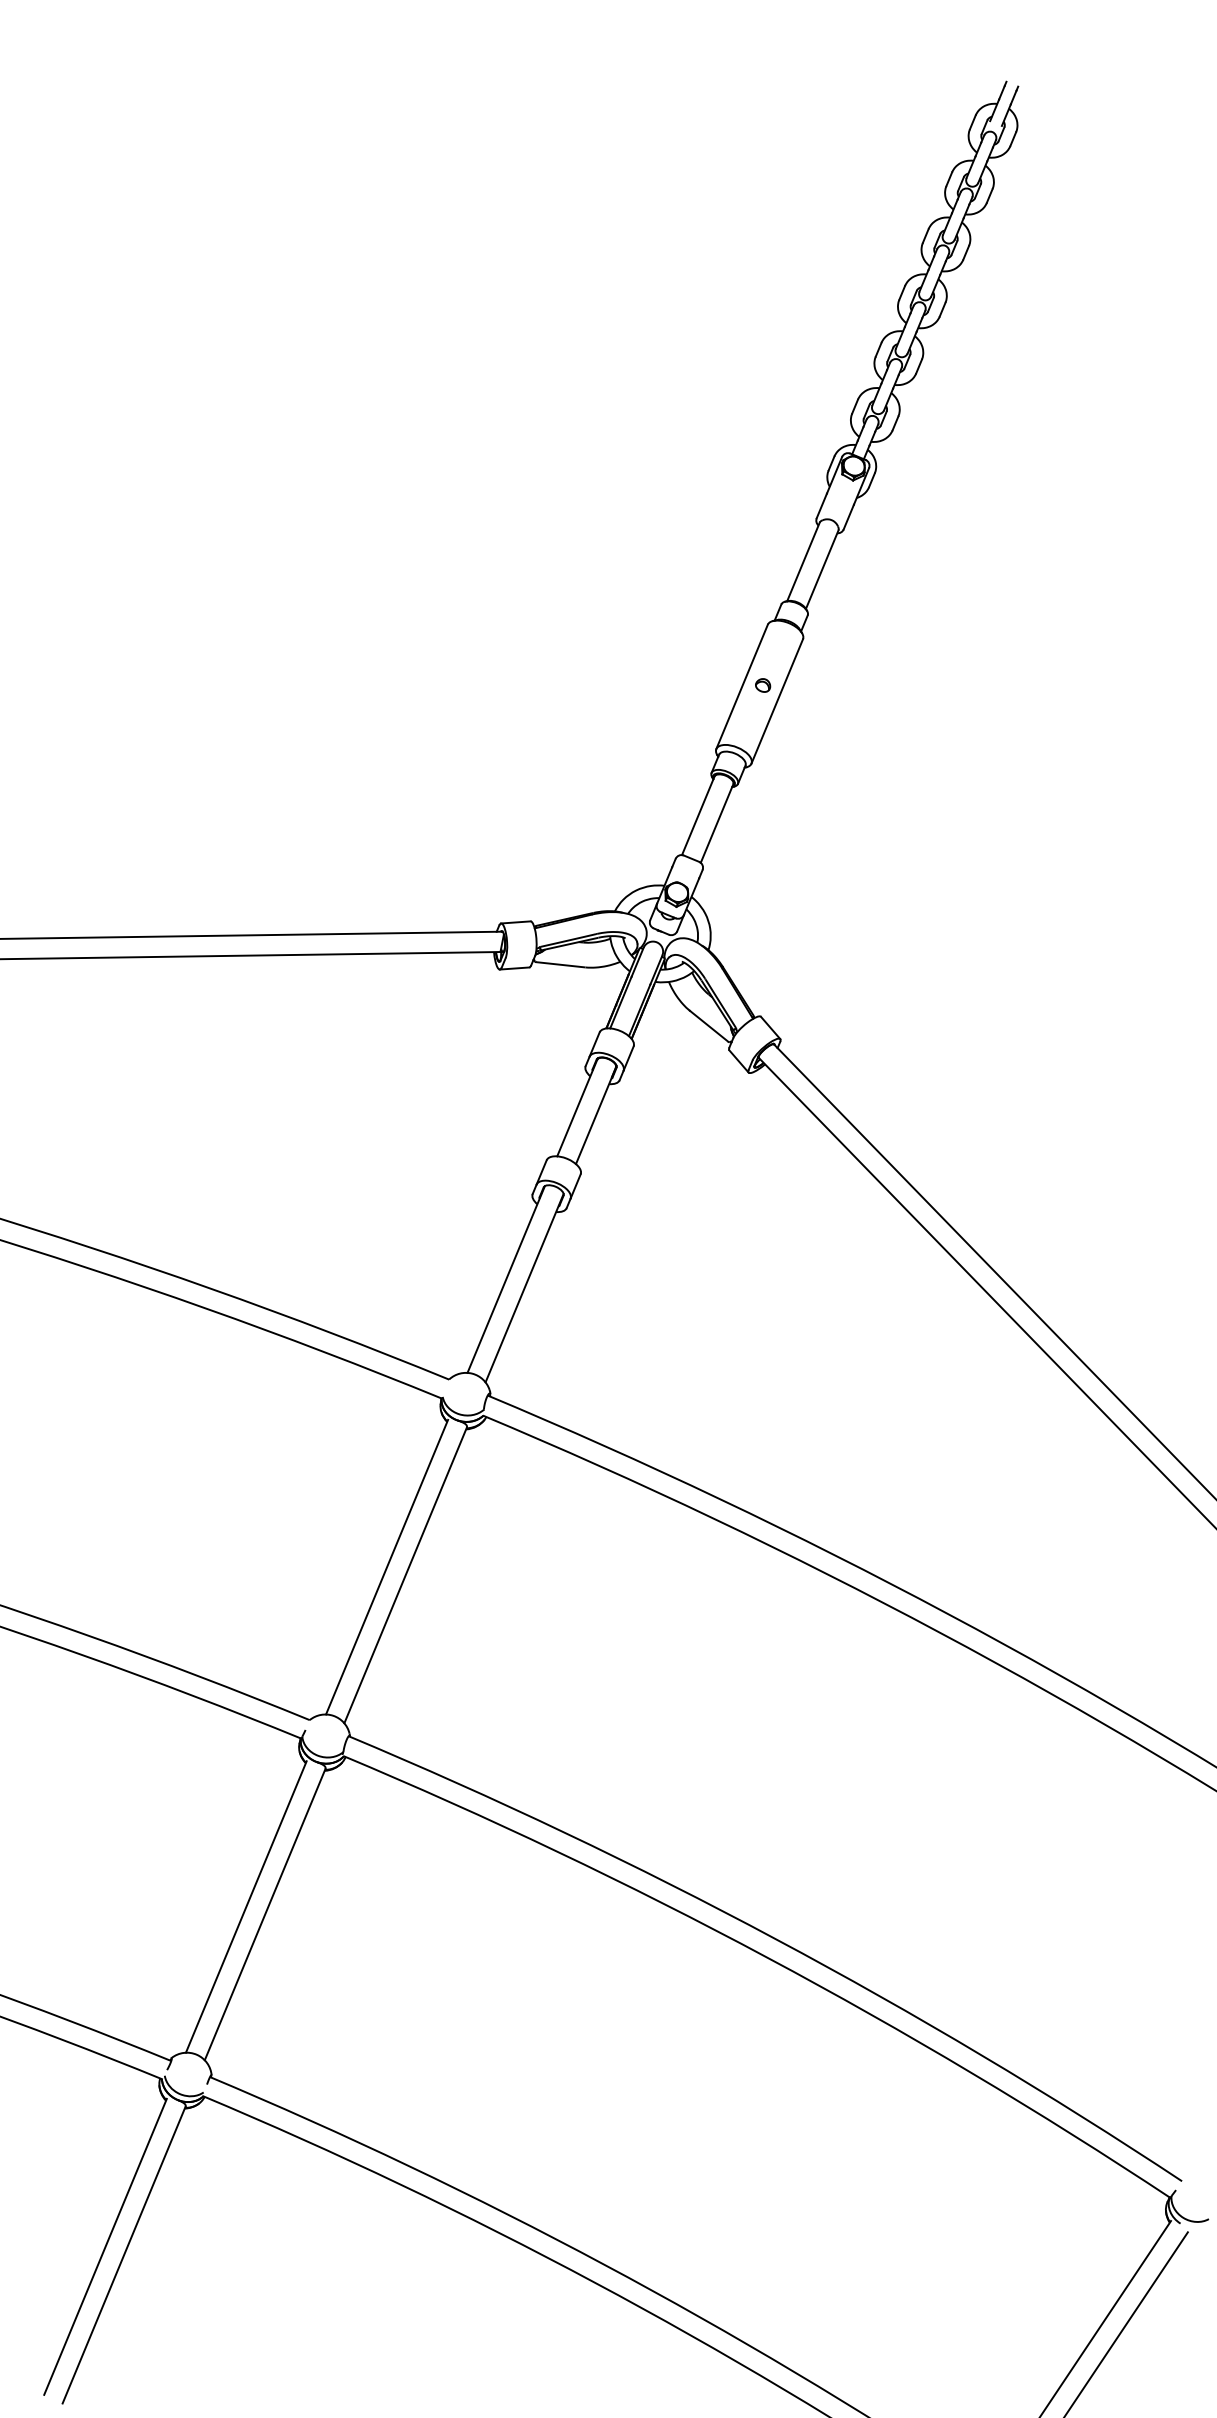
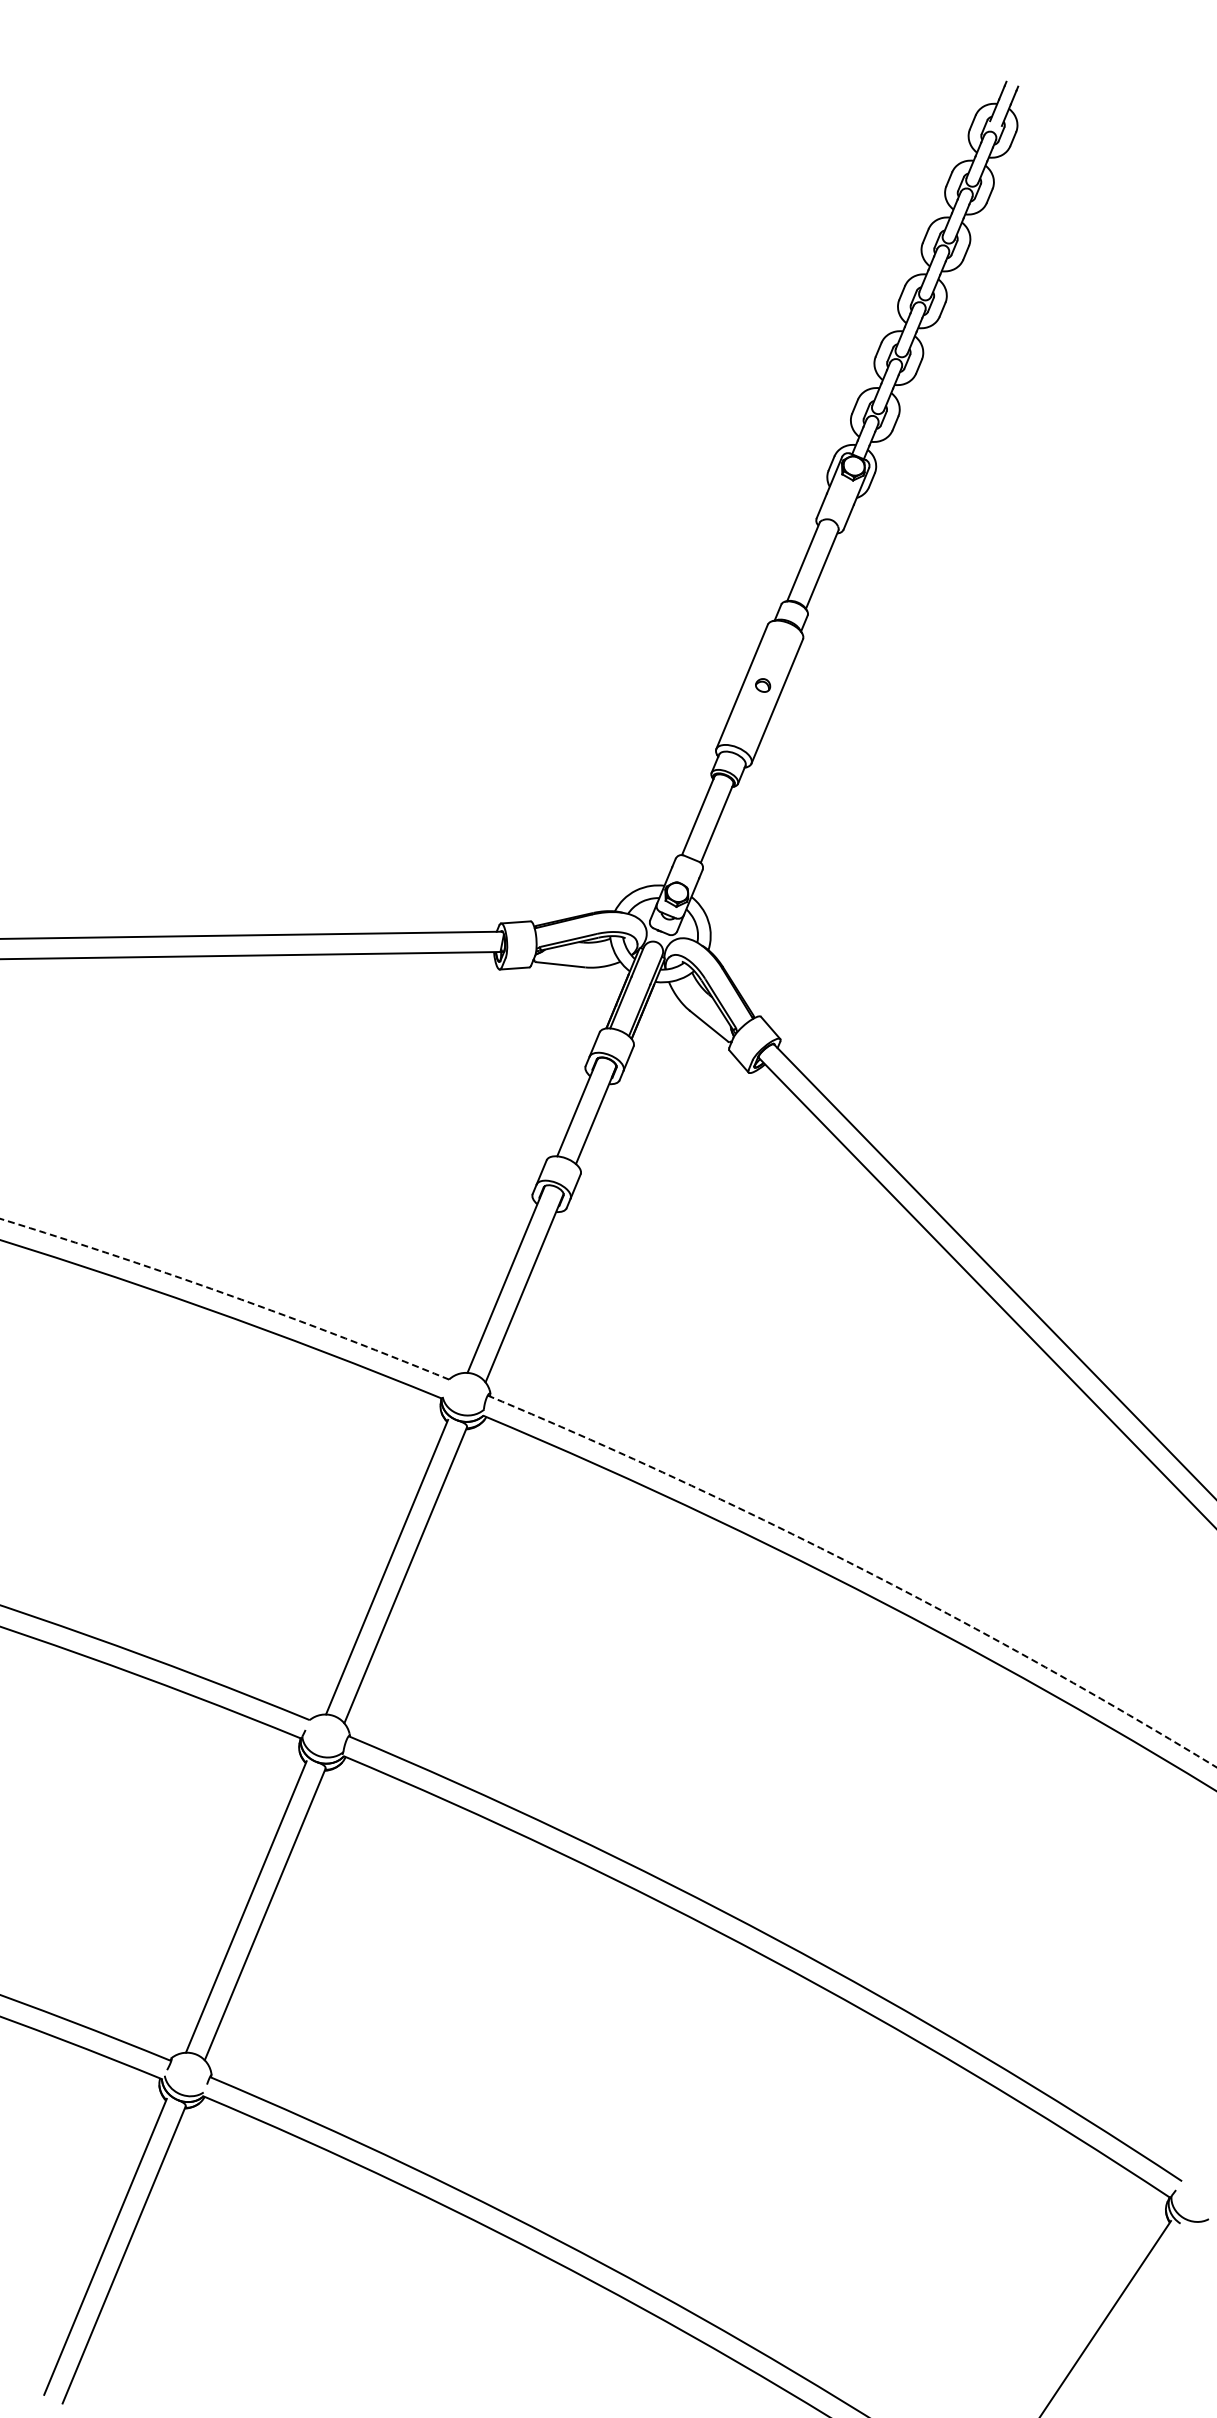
arc at (226, 1294): solid -> dashed
arc at (858, 1567): solid -> dashed
line at (1126, 2323): present -> none
